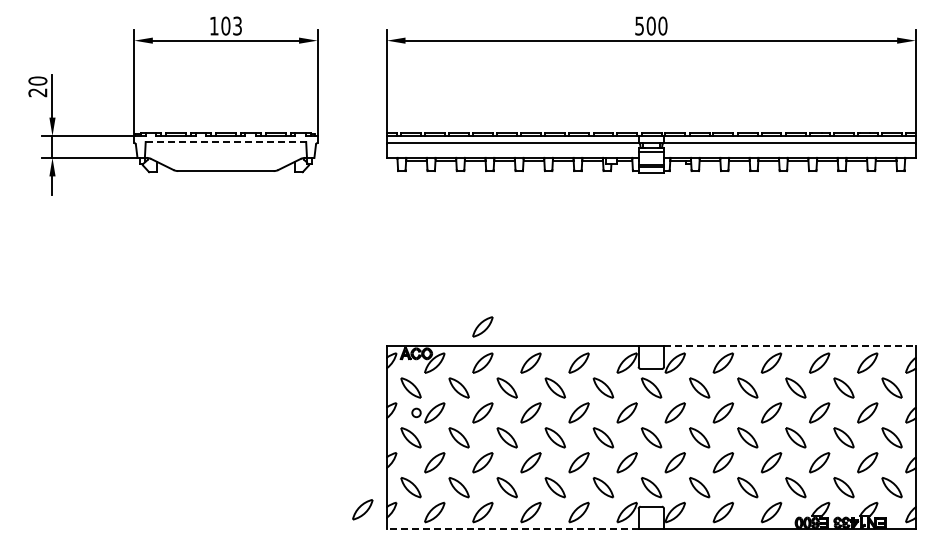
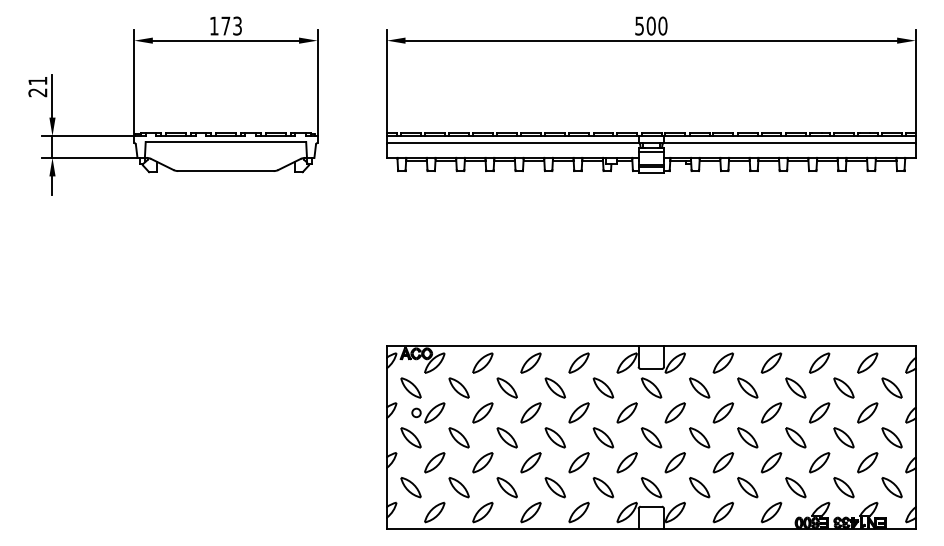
text at (225, 25): 103 -> 173
text at (37, 80): 20 -> 21
line at (226, 141): dashed -> solid
part at (482, 326): present -> none
line at (789, 346): dashed -> solid
part at (362, 509): present -> none
line at (512, 529): dashed -> solid
